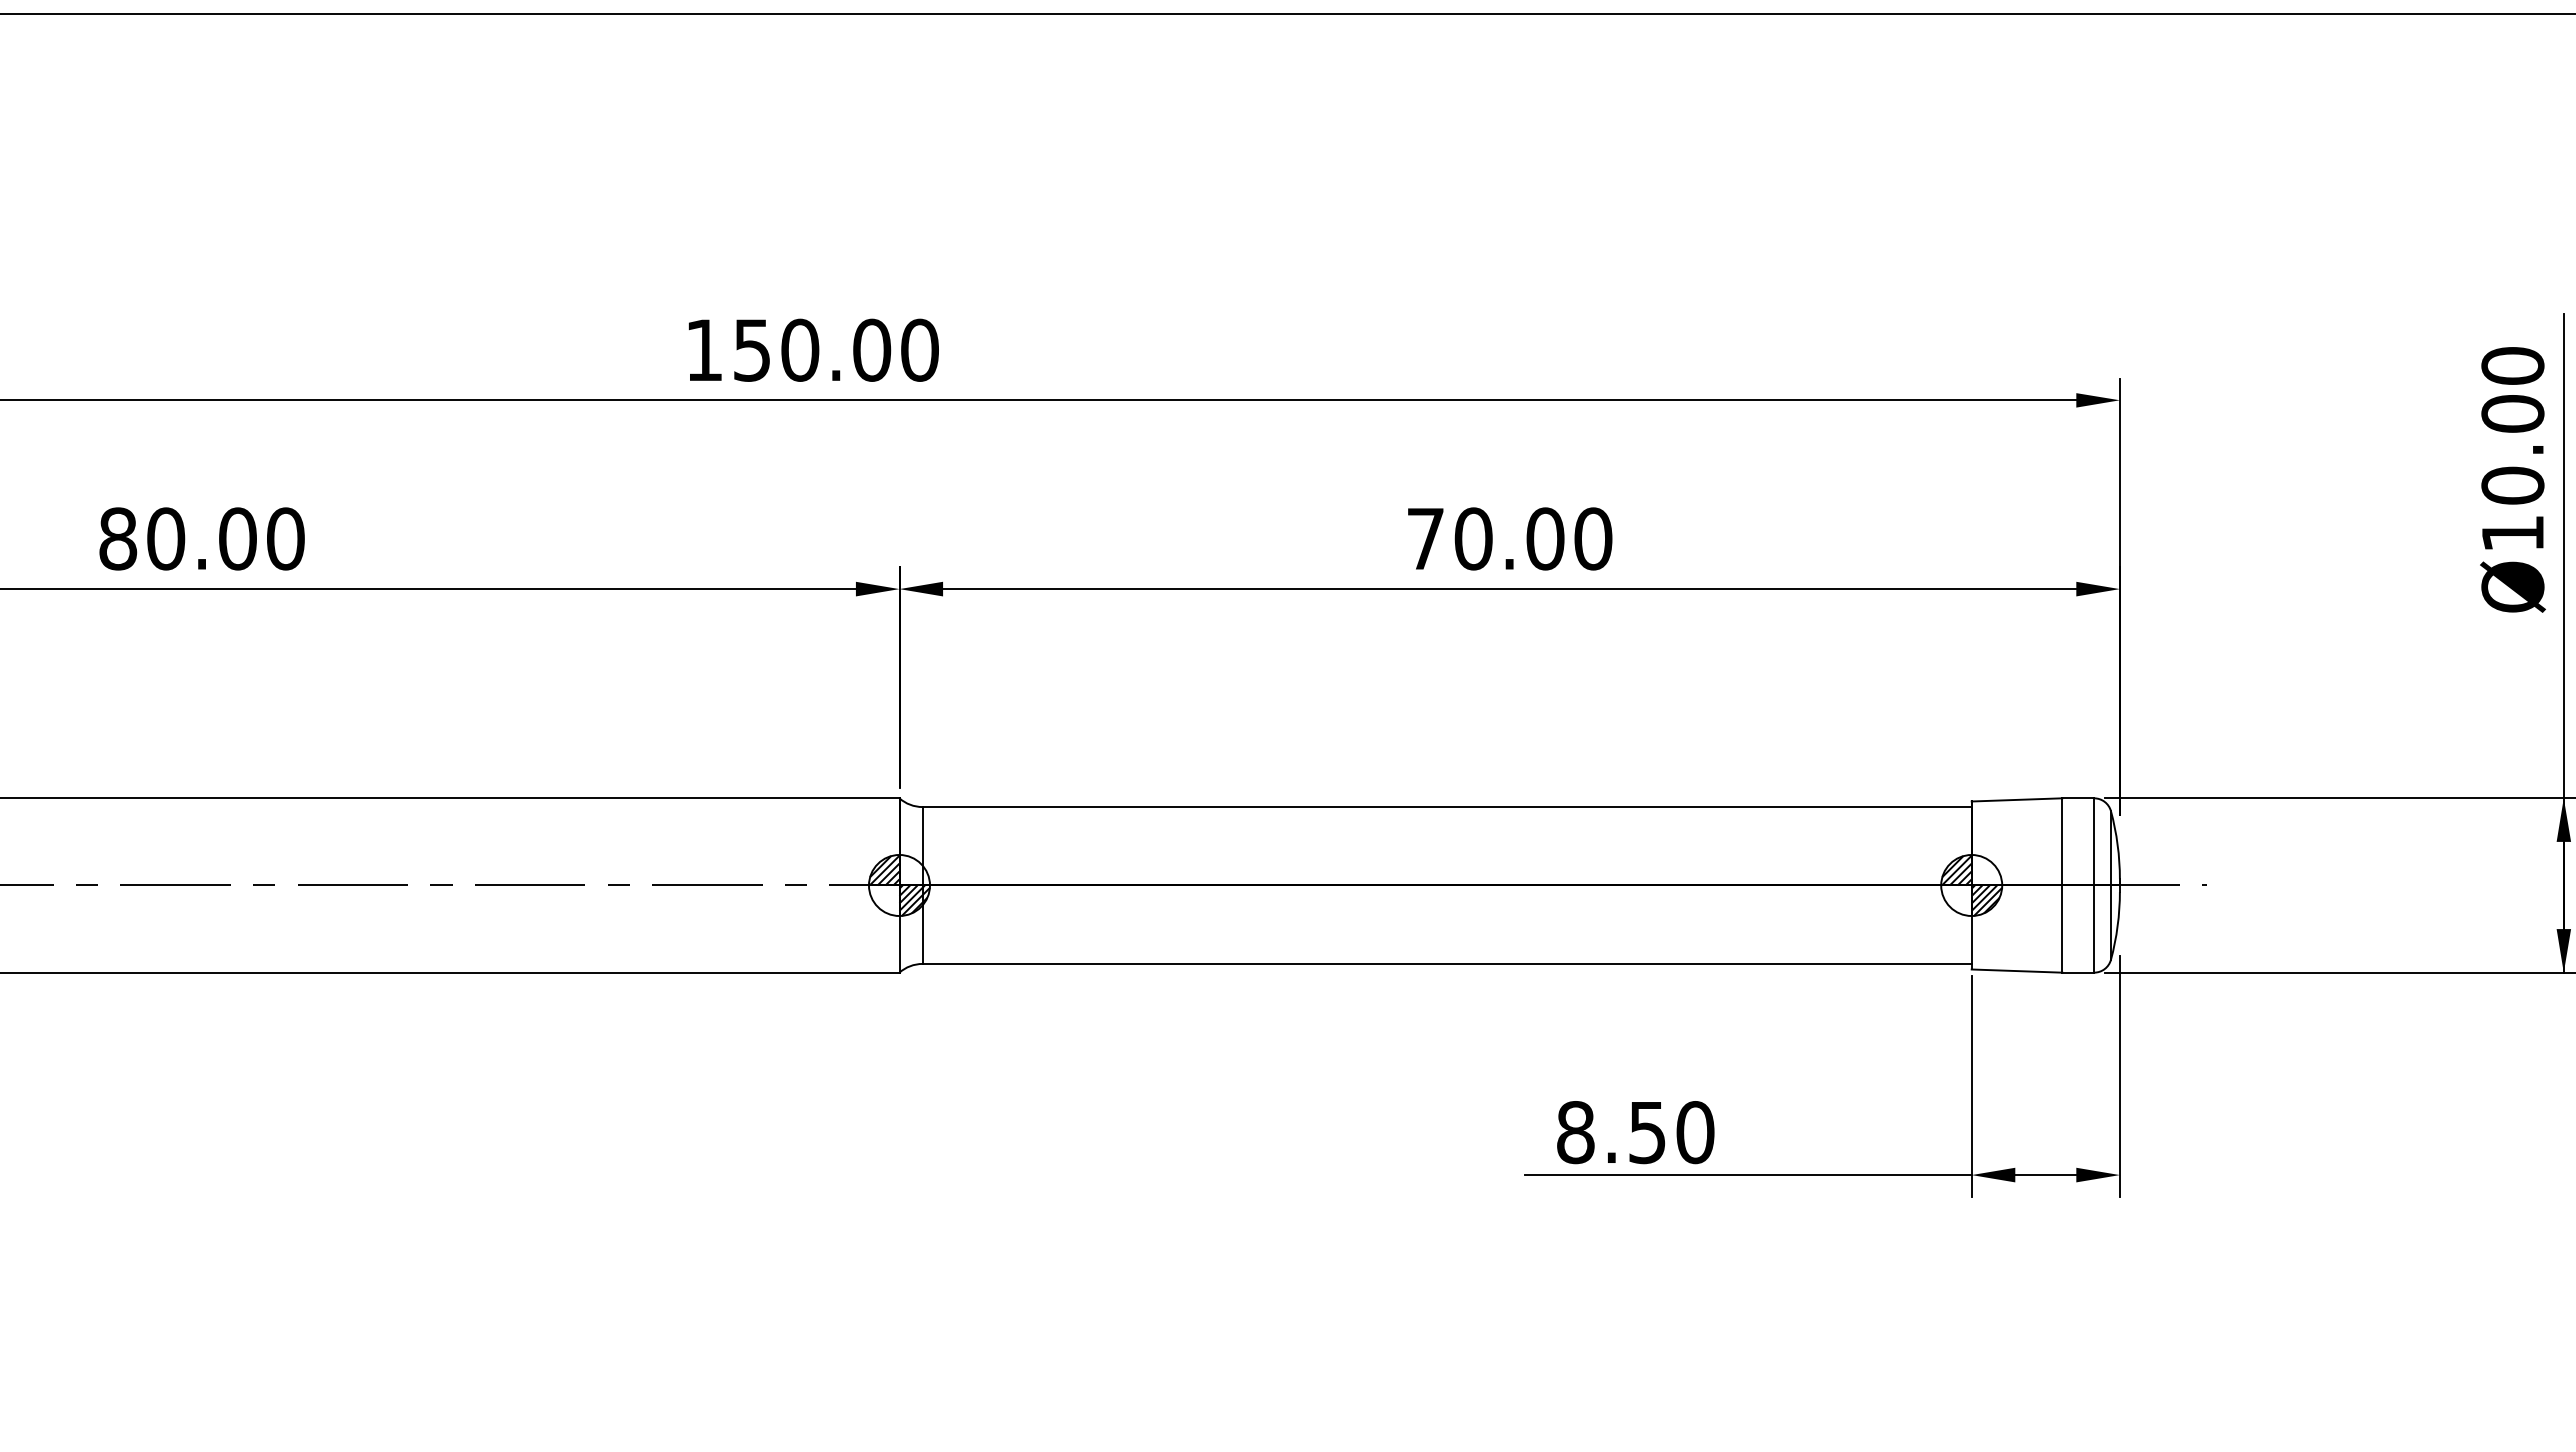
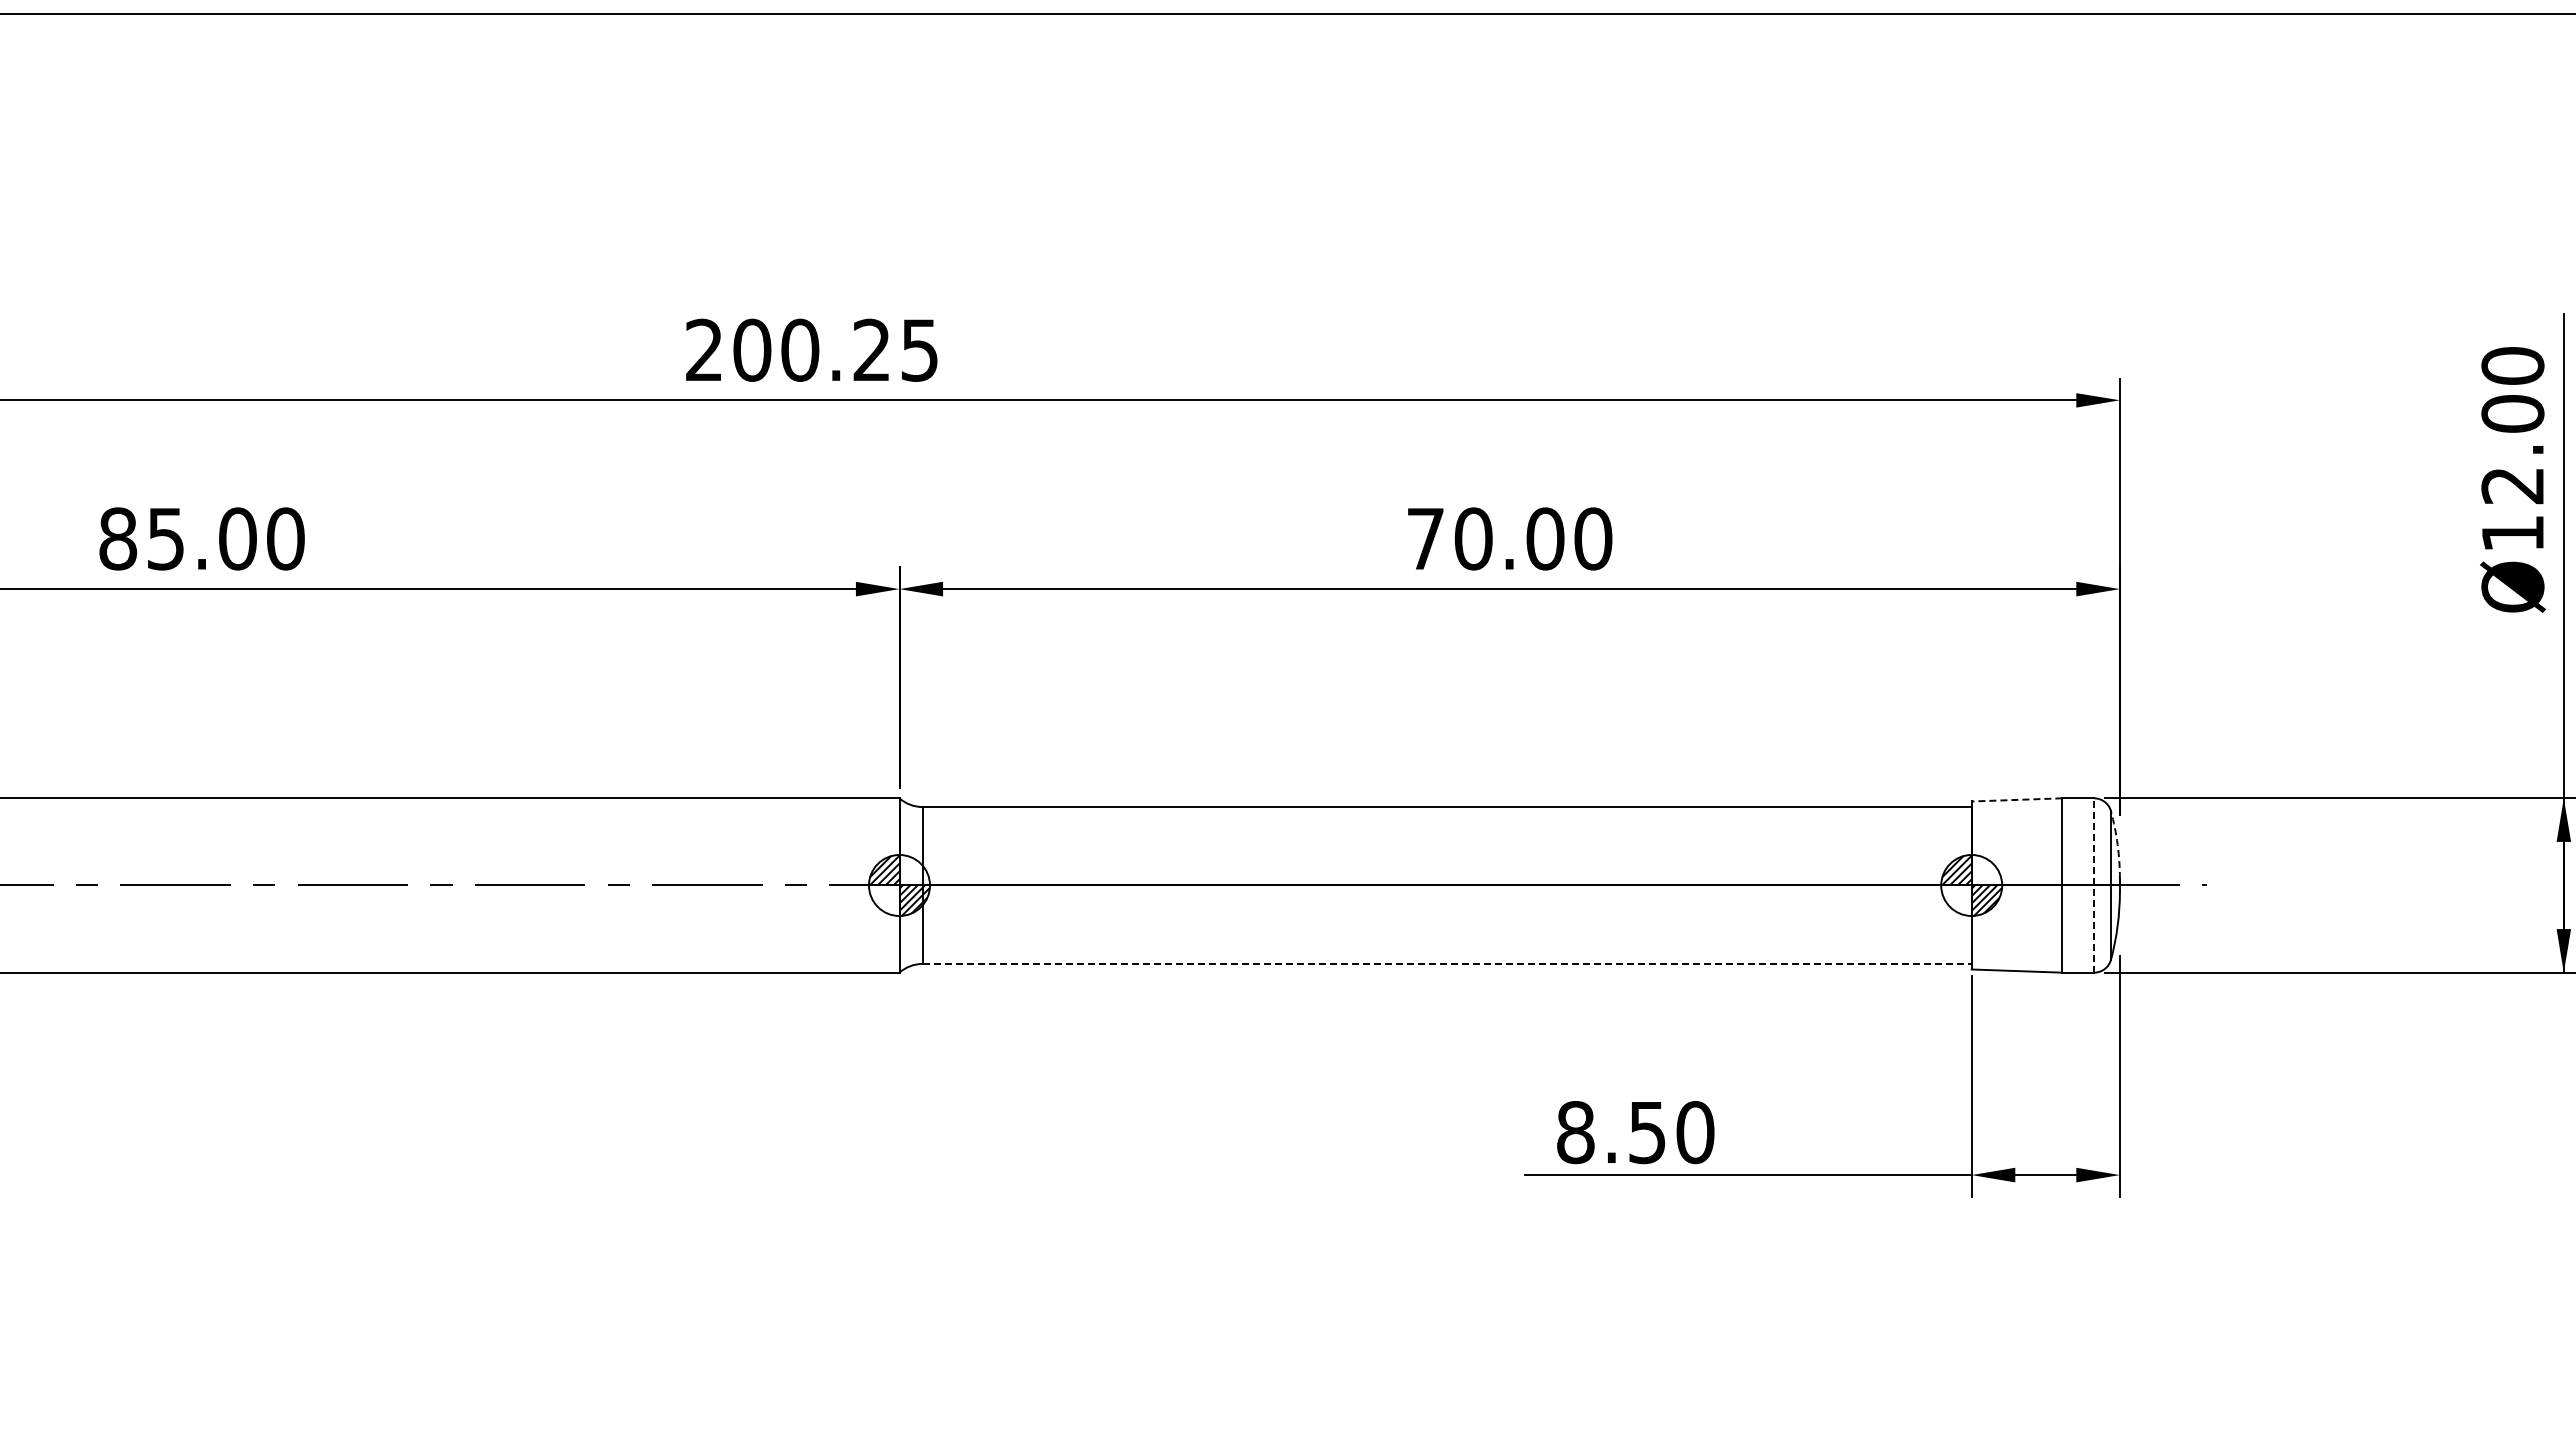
text at (812, 349): 150.00 -> 200.25
text at (2512, 485): Ø10.00 -> Ø12.00
text at (166, 538): 80.00 -> 85.00
line at (2016, 799): solid -> dashed
arc at (2117, 844): solid -> dashed
line at (2094, 885): solid -> dashed
line at (1447, 963): solid -> dashed
